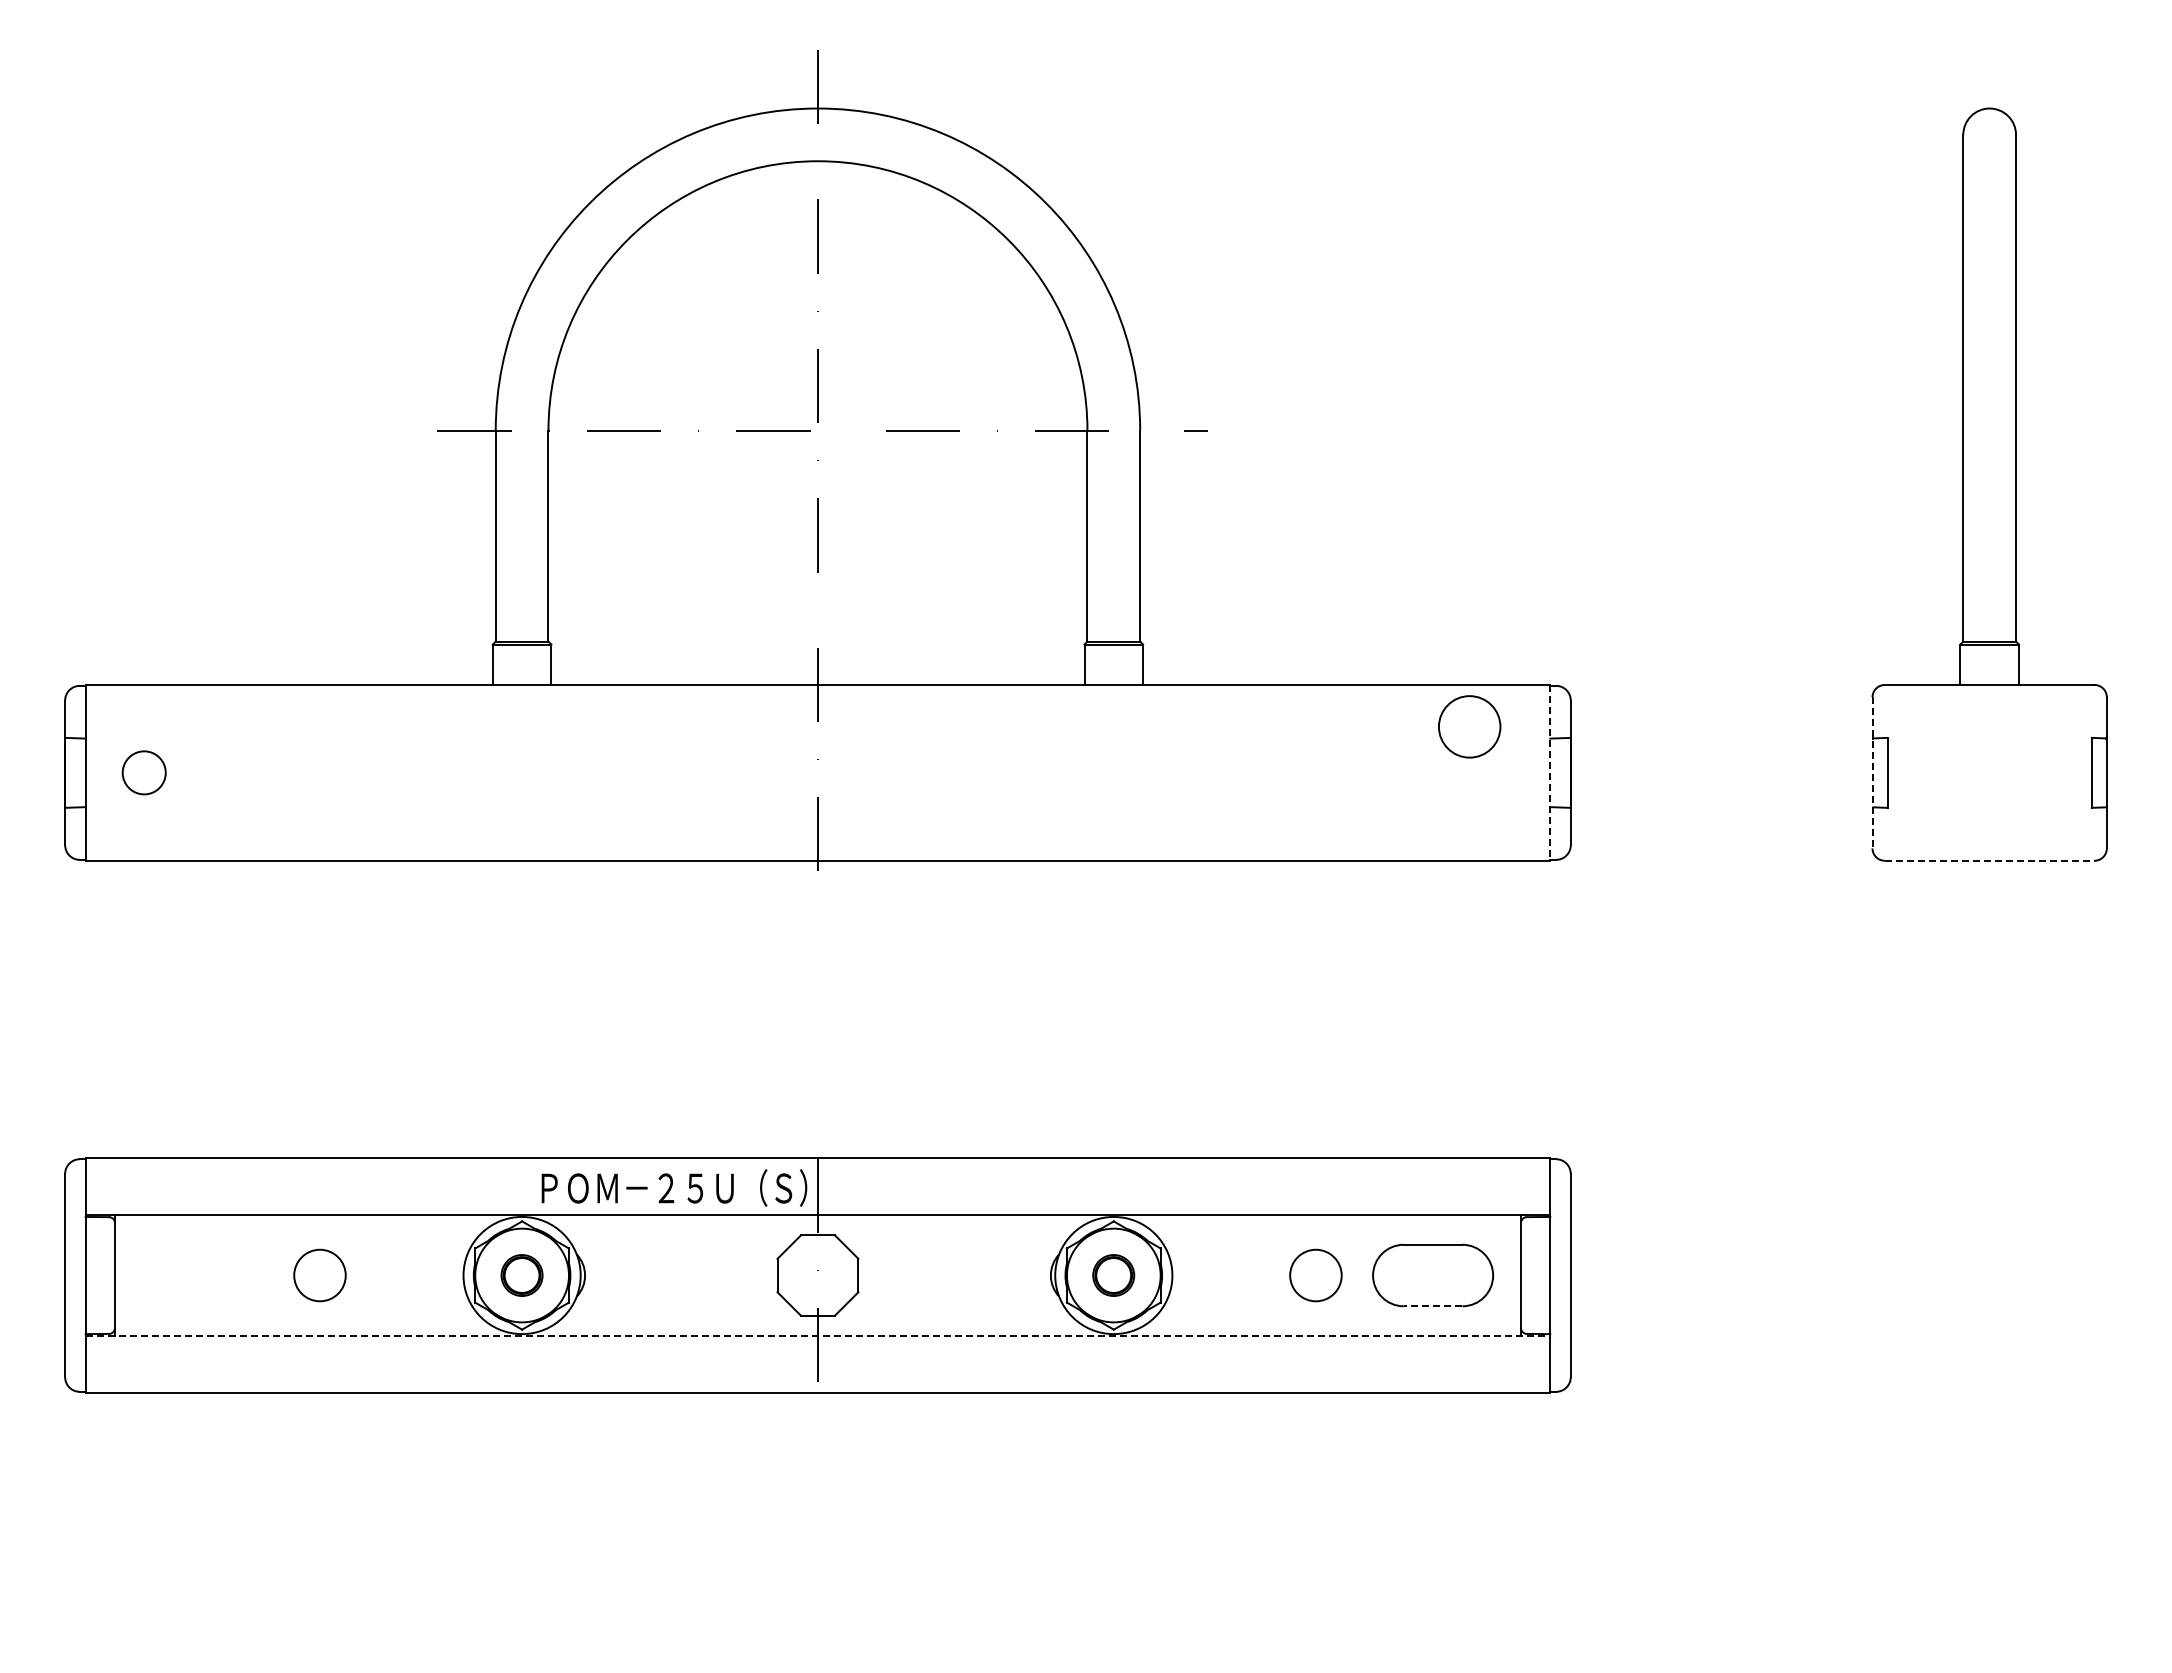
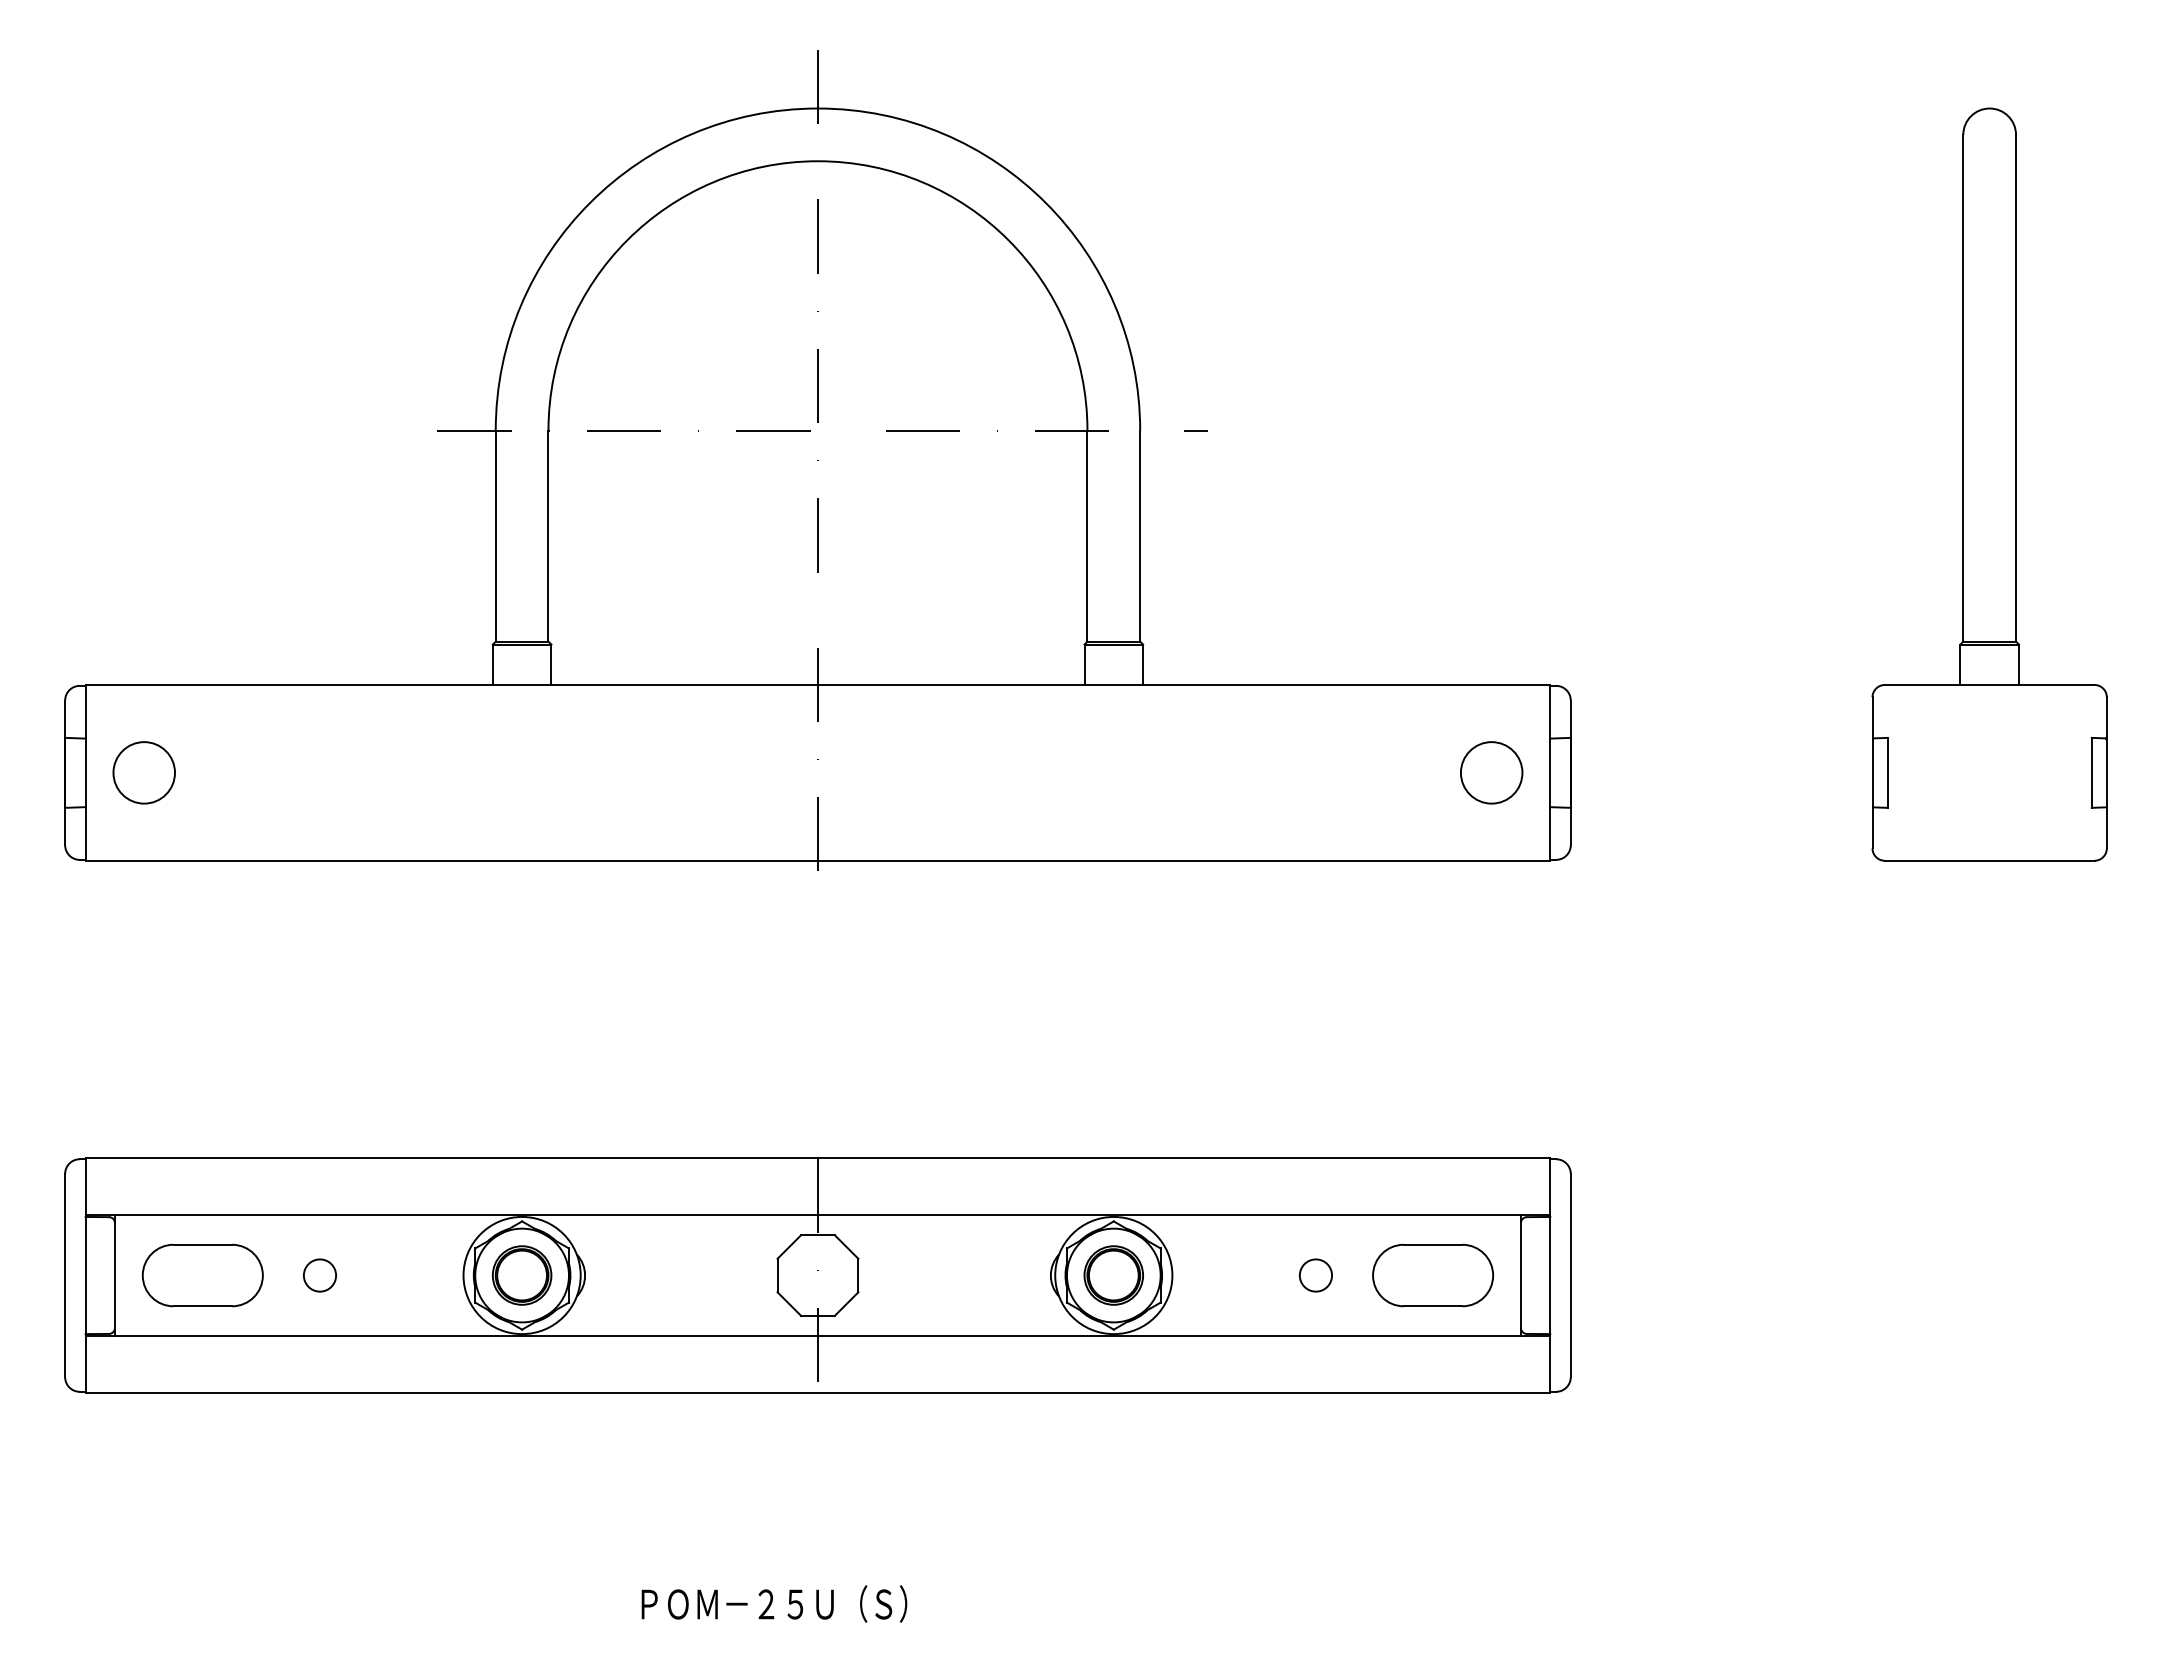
circle at (1469, 726) position: (1469, 726) -> (1491, 772)
circle at (143, 772) diameter: 43 px -> 62 px
line at (1550, 772): dashed -> solid
line at (1872, 772): dashed -> solid
line at (1989, 860): dashed -> solid
text at (674, 1187) position: (674, 1187) -> (774, 1603)
part at (202, 1275): none -> present
circle at (319, 1275) diameter: 52 px -> 32 px
part at (521, 1275) size: 44x43 px -> 62x61 px
part at (1113, 1275) size: 44x43 px -> 61x61 px
circle at (1315, 1275) diameter: 52 px -> 32 px
line at (1432, 1306): dashed -> solid
line at (818, 1335): dashed -> solid
